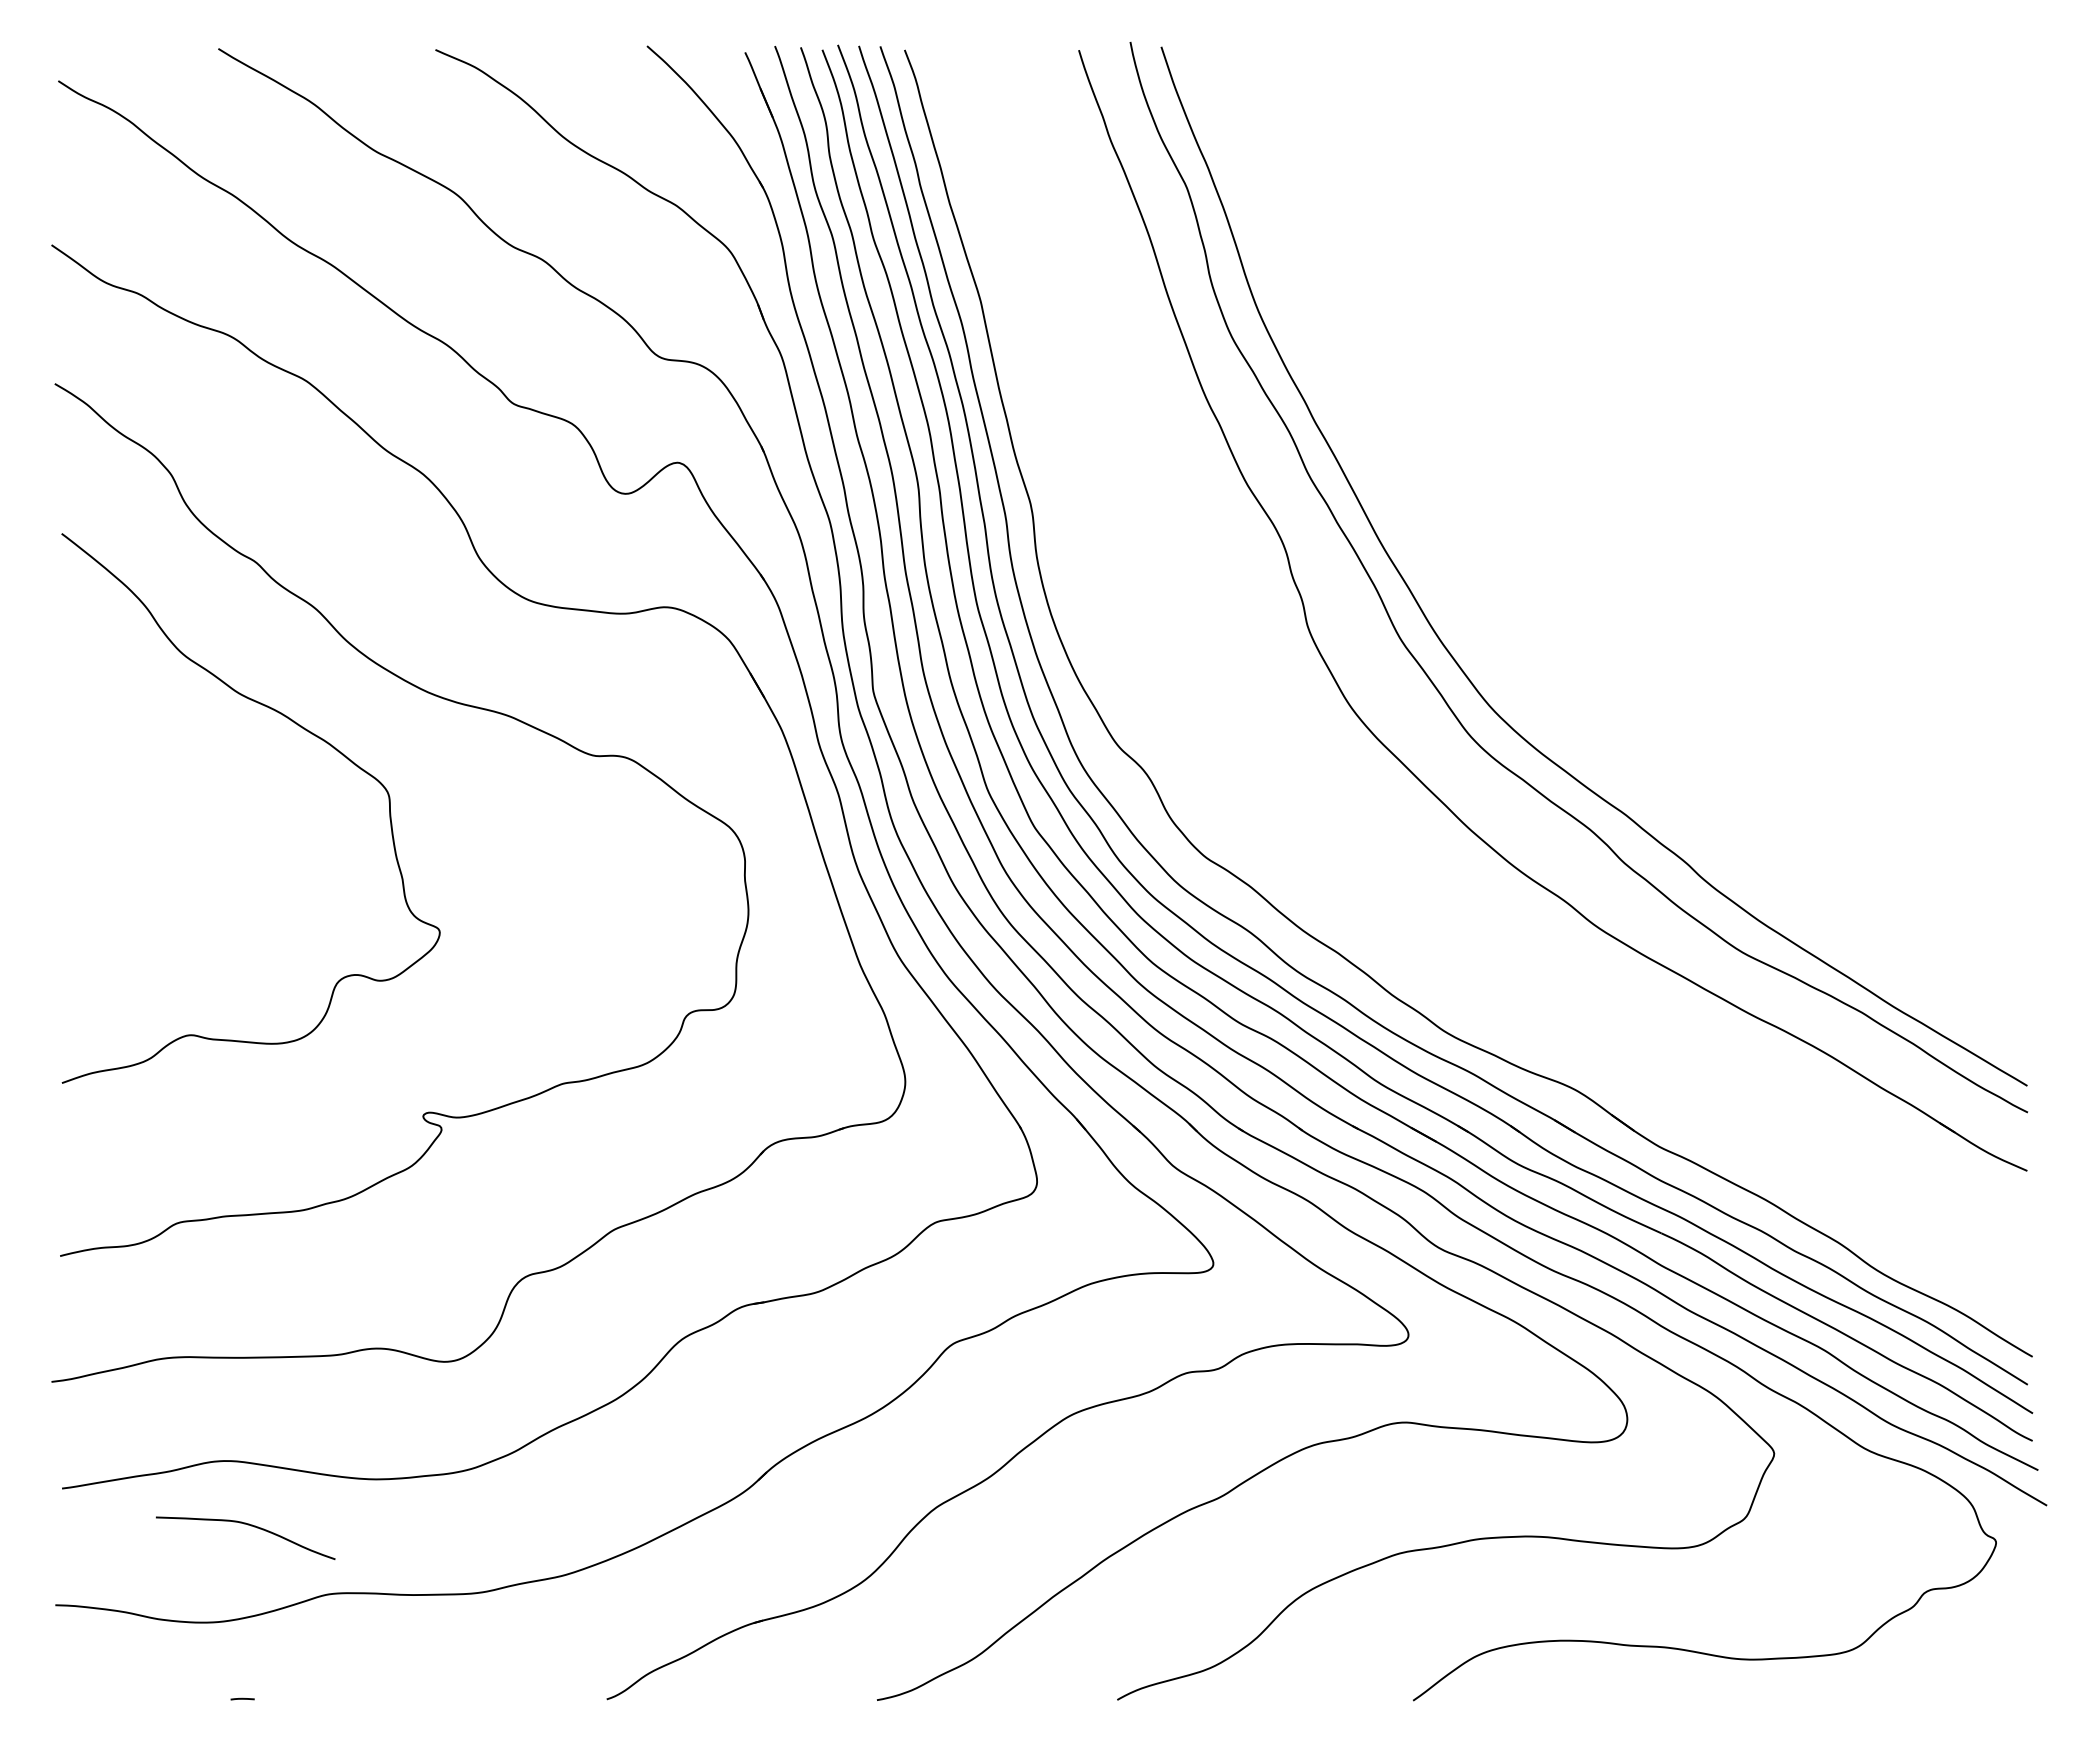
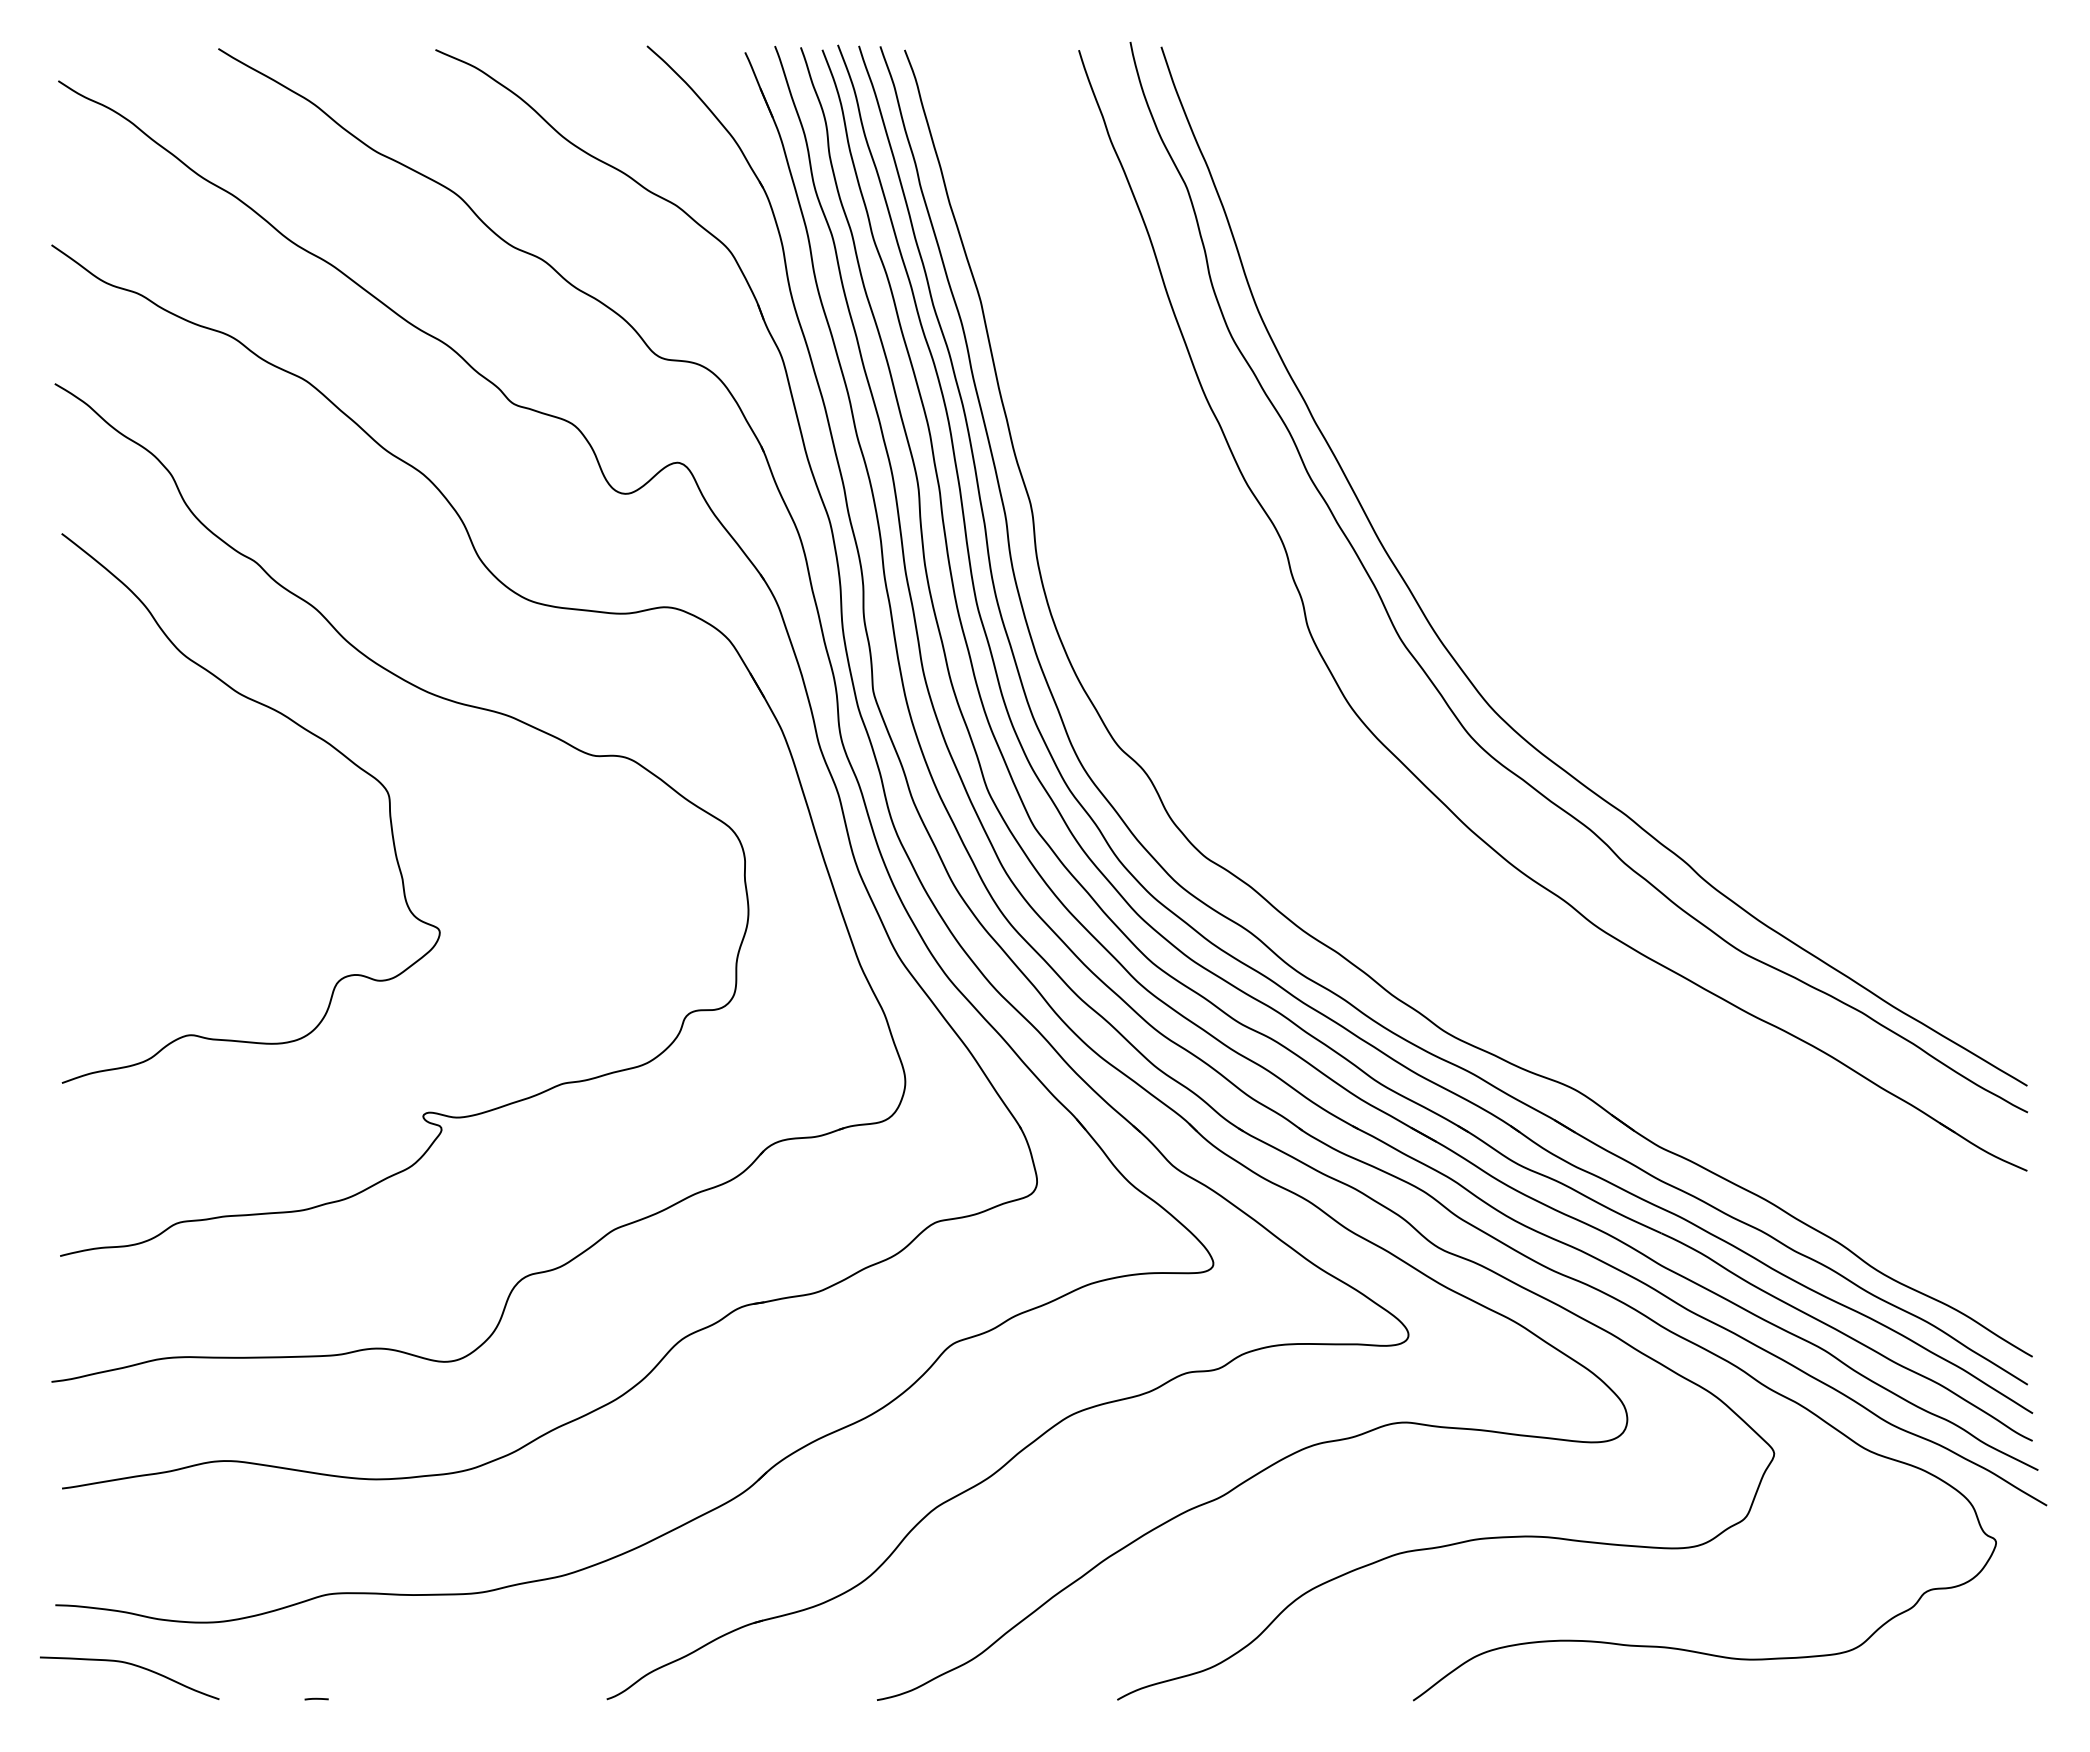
curve at (247, 1525) position: (247, 1525) -> (131, 1665)
line at (242, 1698) position: (242, 1698) -> (316, 1698)
